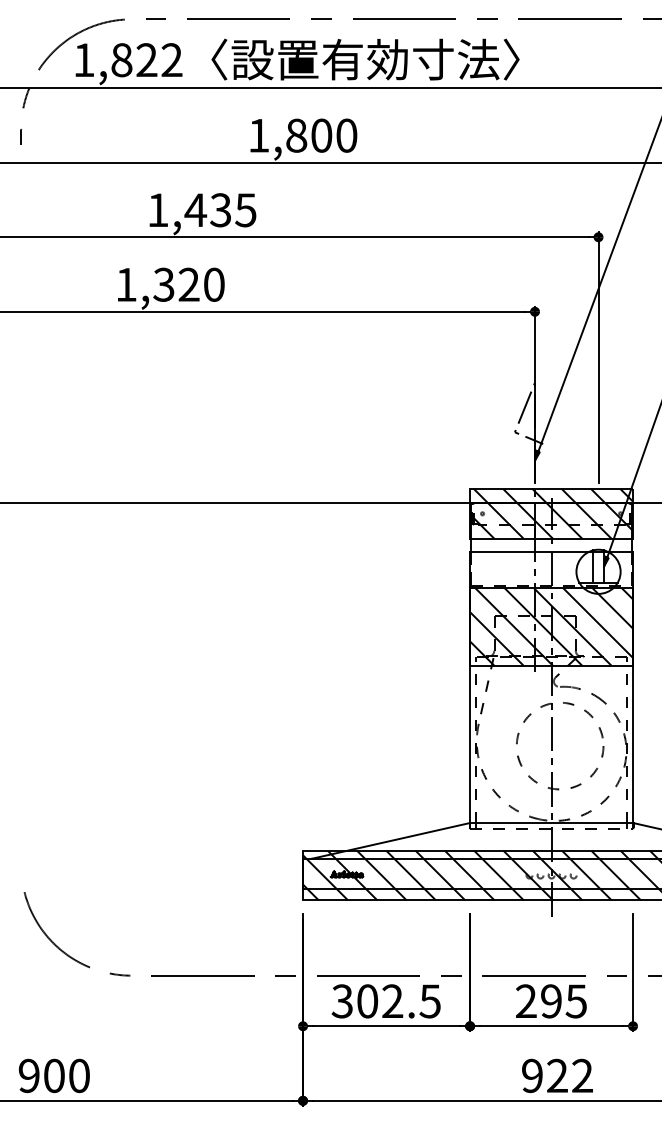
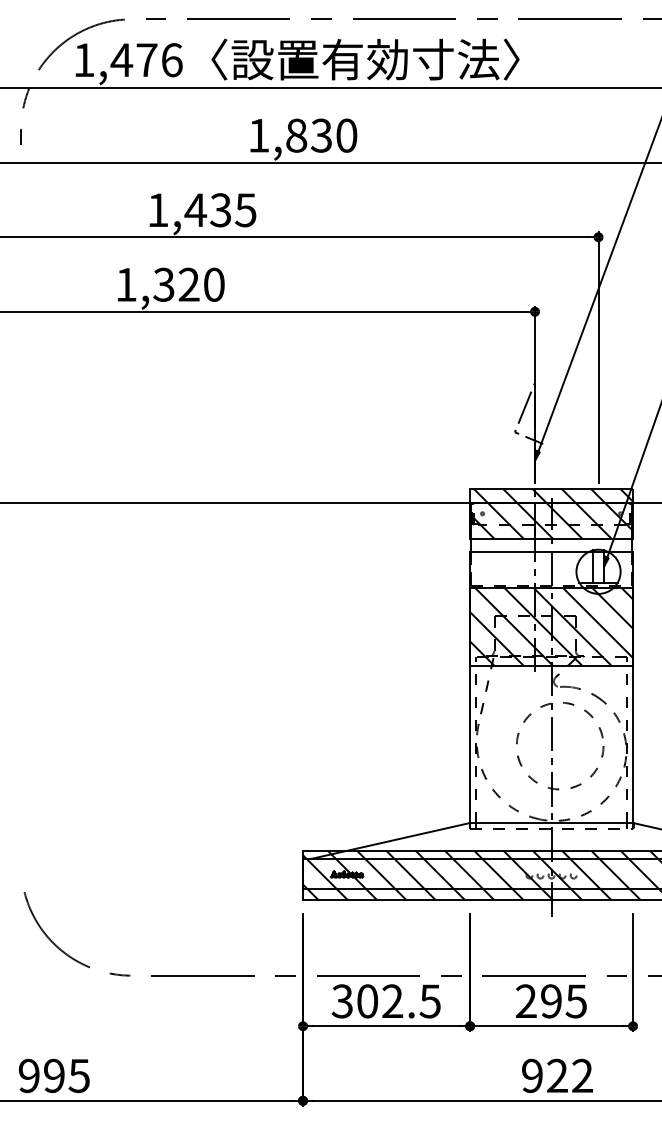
text at (146, 60): 1,822 -> 1,476
text at (321, 135): 1,800 -> 1,830
text at (66, 1075): 900 -> 995
